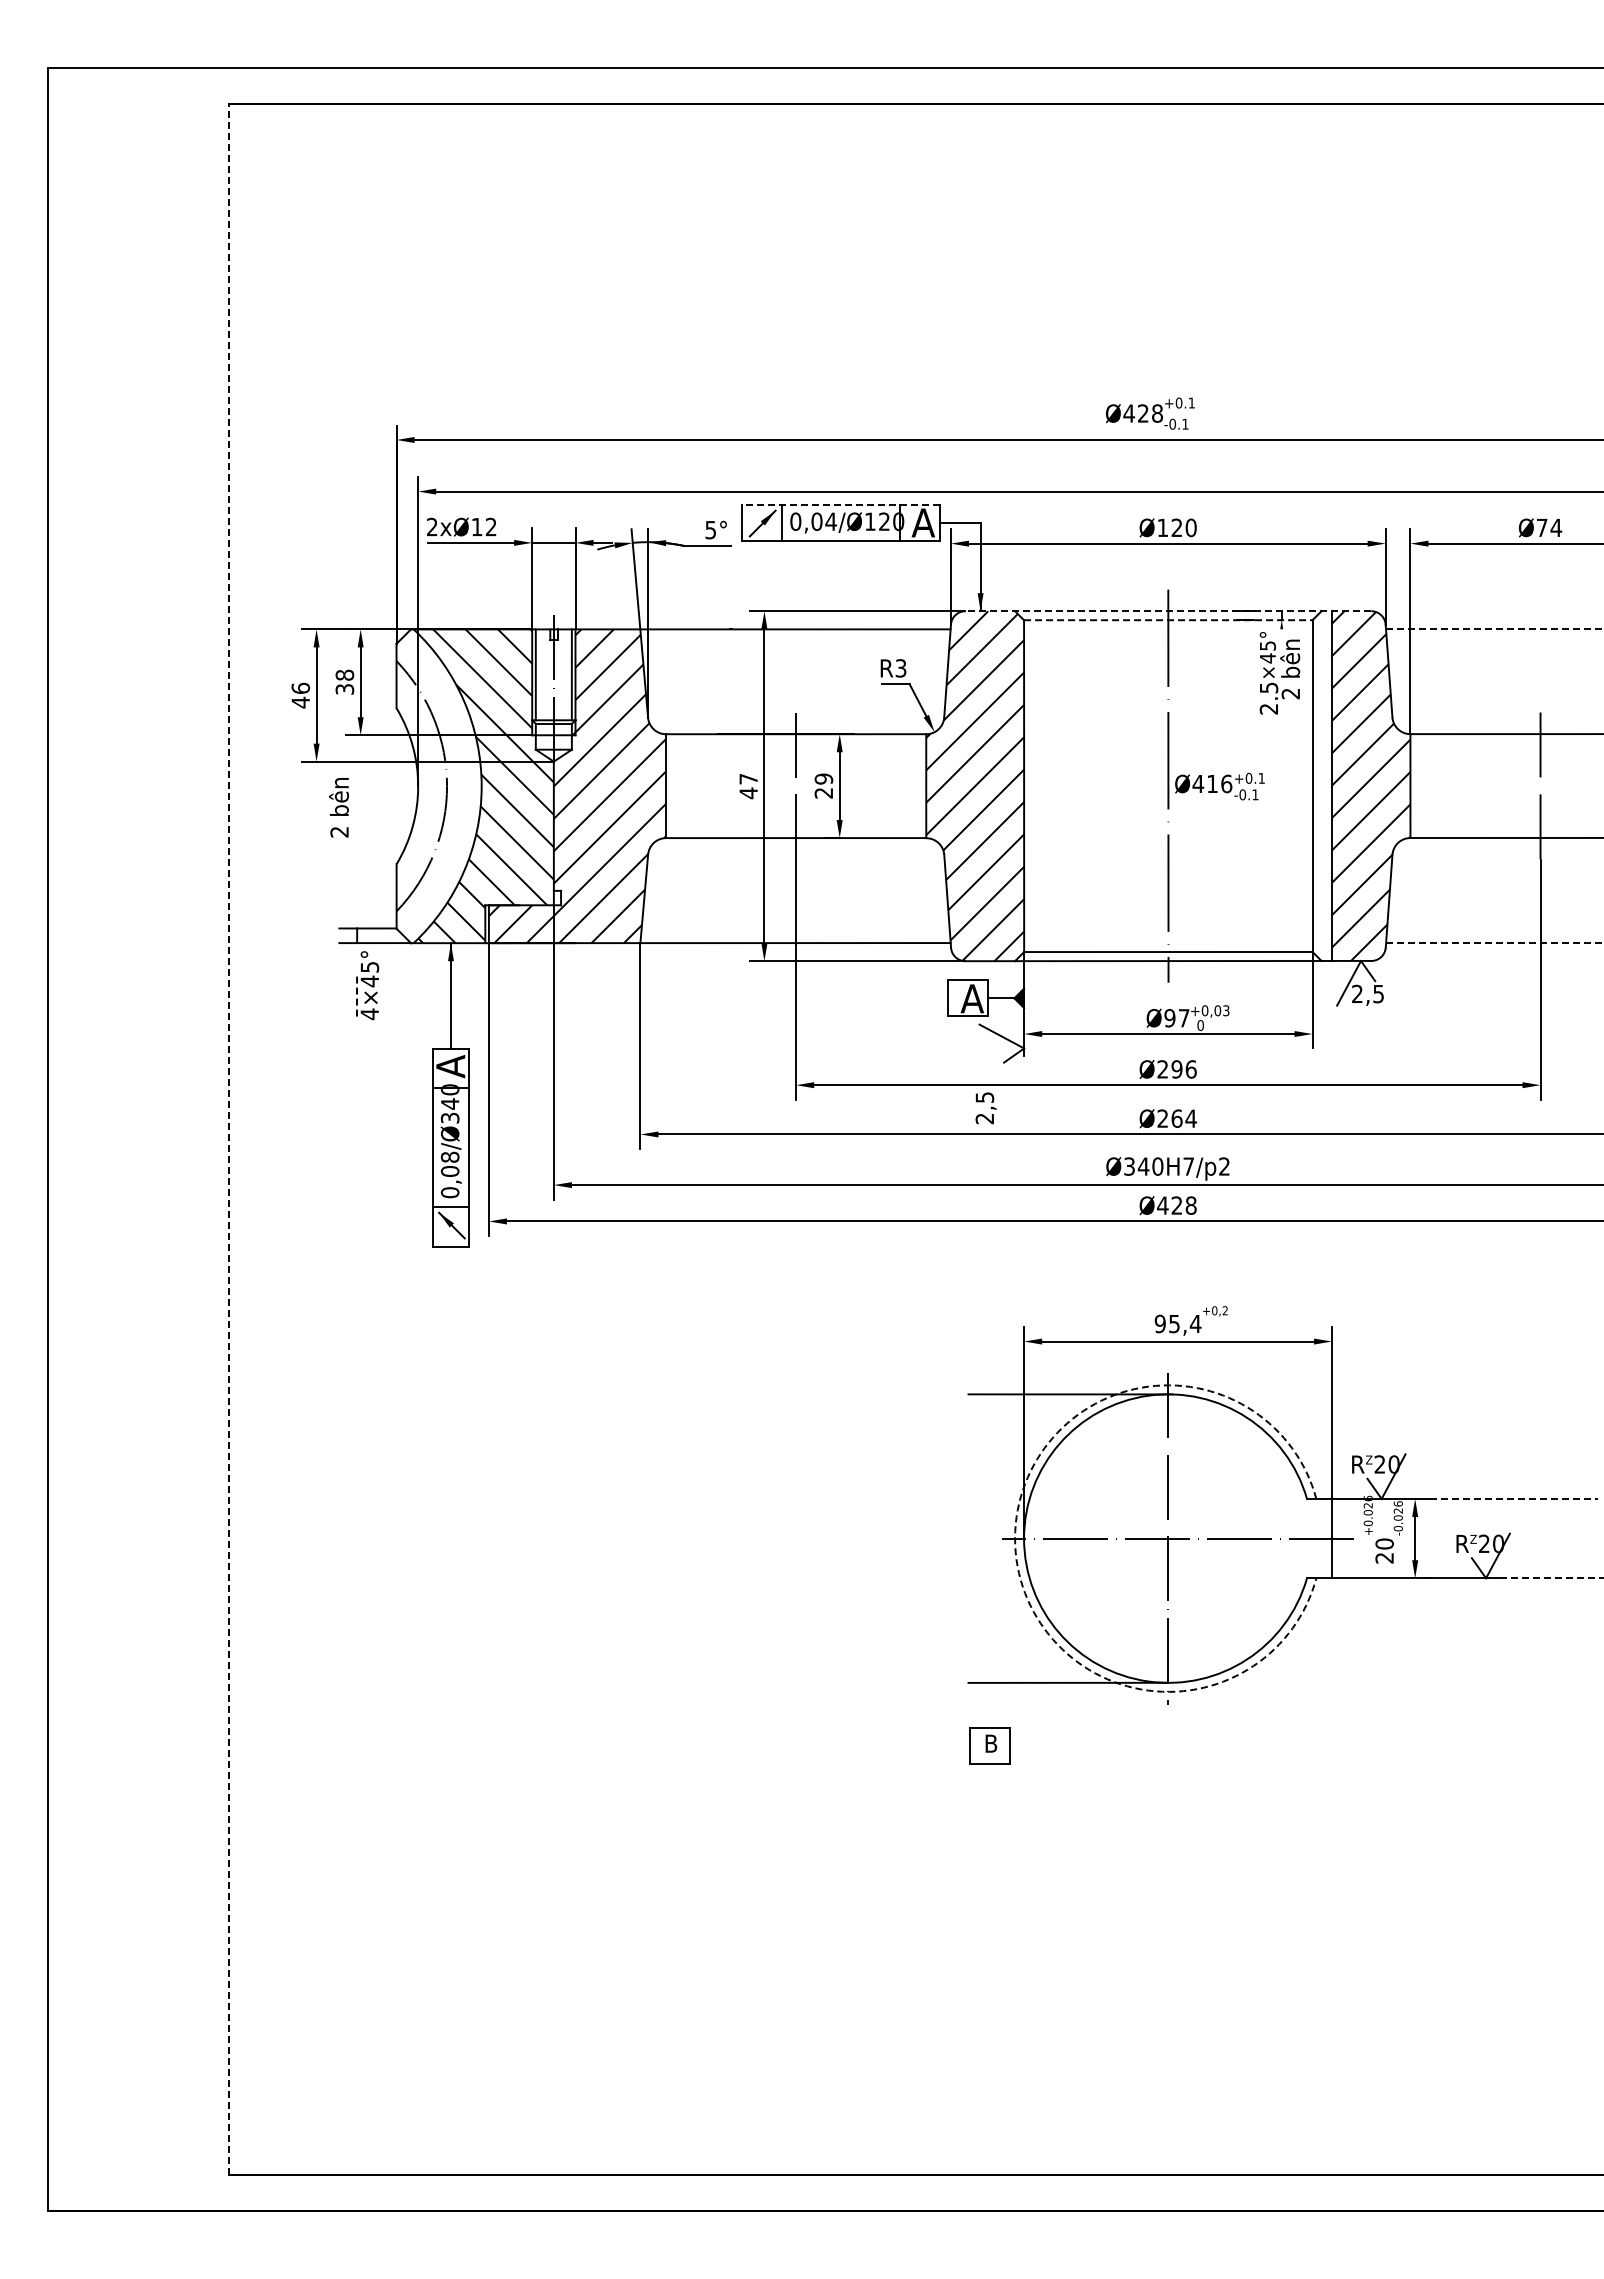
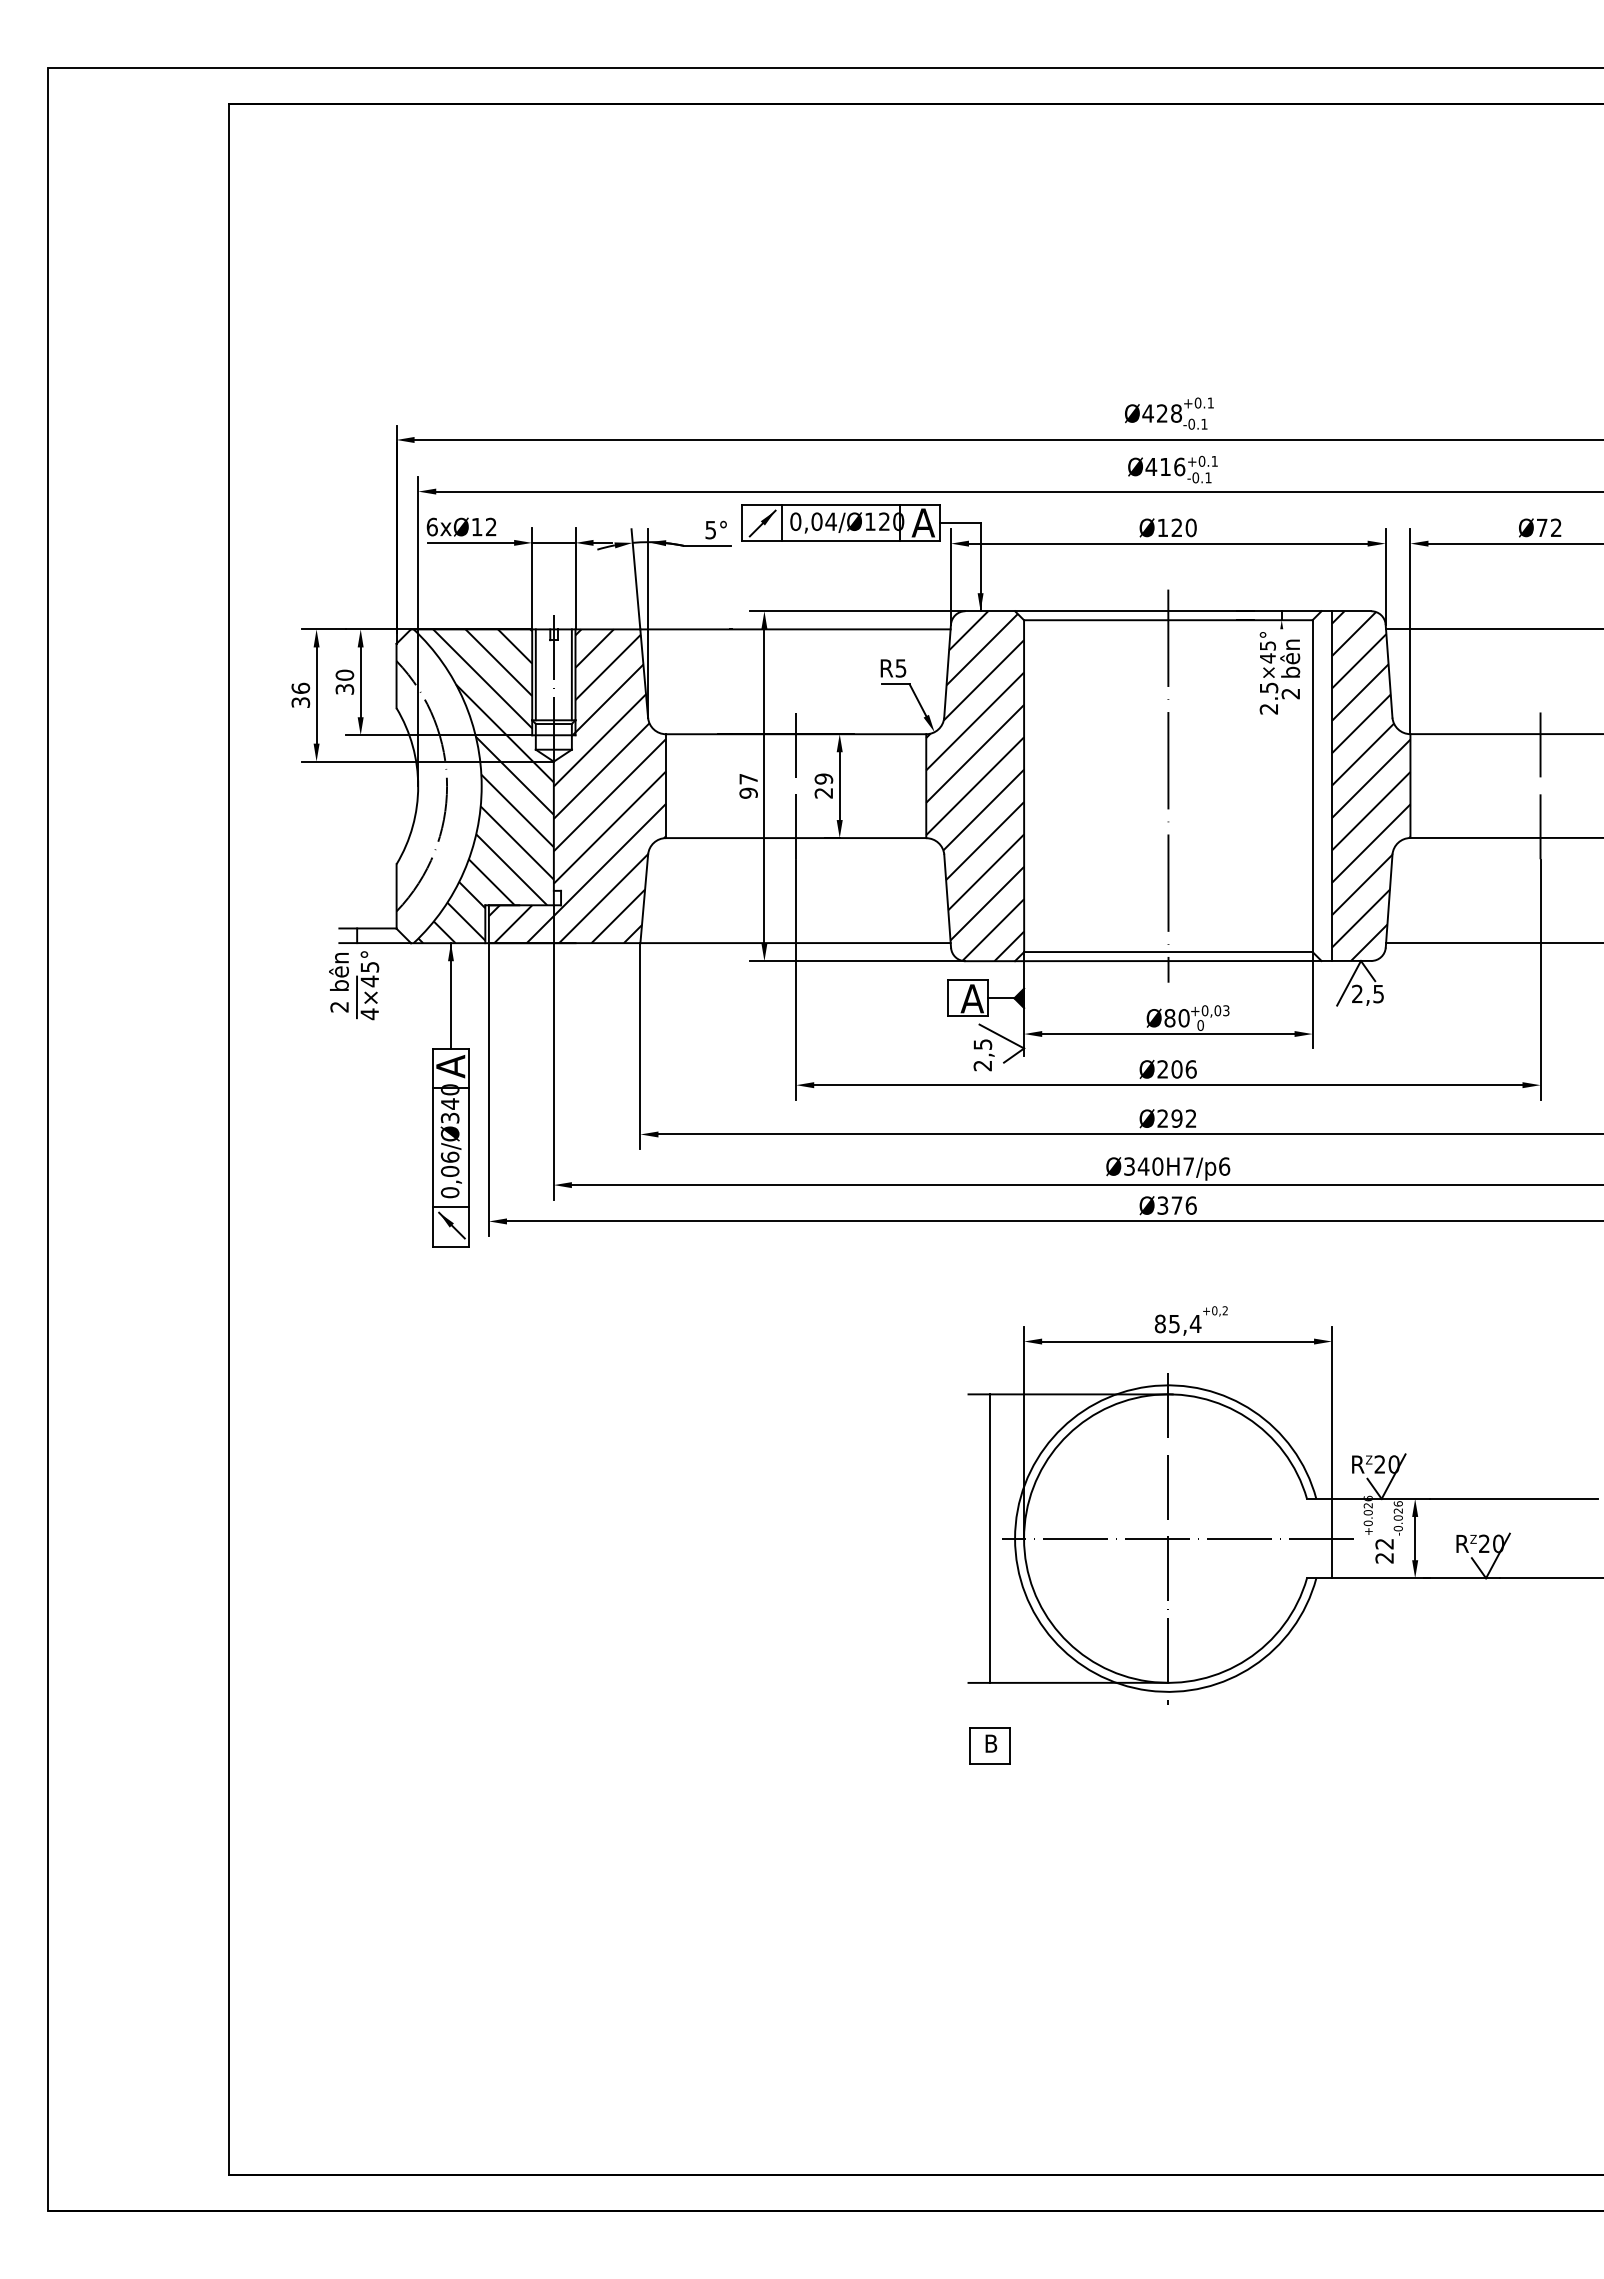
text at (1150, 413) position: (1150, 413) -> (1169, 413)
line at (840, 504): dashed -> solid
text at (431, 526): 2xØ12 -> 6xØ12
text at (1556, 527): Ø74 -> Ø72
line at (1168, 611): dashed -> solid
line at (1168, 620): dashed -> solid
line at (1494, 629): dashed -> solid
text at (901, 667): R3 -> R5
text at (344, 674): 38 -> 30
text at (300, 702): 46 -> 36
text at (1219, 786) position: (1219, 786) -> (1172, 469)
text at (748, 793): 47 -> 97
text at (338, 807) position: (338, 807) -> (338, 982)
line at (1495, 942): dashed -> solid
line at (357, 997): dashed -> solid
text at (1176, 1018): Ø97 -> Ø80
text at (1176, 1069): Ø296 -> Ø206
text at (985, 1108) position: (985, 1108) -> (983, 1055)
text at (1184, 1118): Ø264 -> Ø292
line at (228, 1139): dashed -> solid
text at (449, 1156): 0,08/Ø340 -> 0,06/Ø340
text at (1224, 1166): Ø340H7/p2 -> Ø340H7/p6
text at (1176, 1205): Ø428 -> Ø376
text at (1159, 1323): 95,4 -> 85,4
line at (1514, 1498): dashed -> solid
line at (990, 1538): none -> present
arc at (1015, 1538): dashed -> solid
text at (1384, 1543): 20 -> 22
line at (1552, 1578): dashed -> solid
